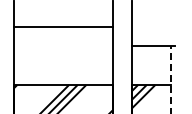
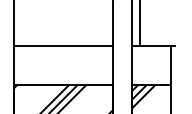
line at (139, 23): none -> present
line at (63, 26) position: (63, 26) -> (63, 45)
line at (170, 79): dashed -> solid
